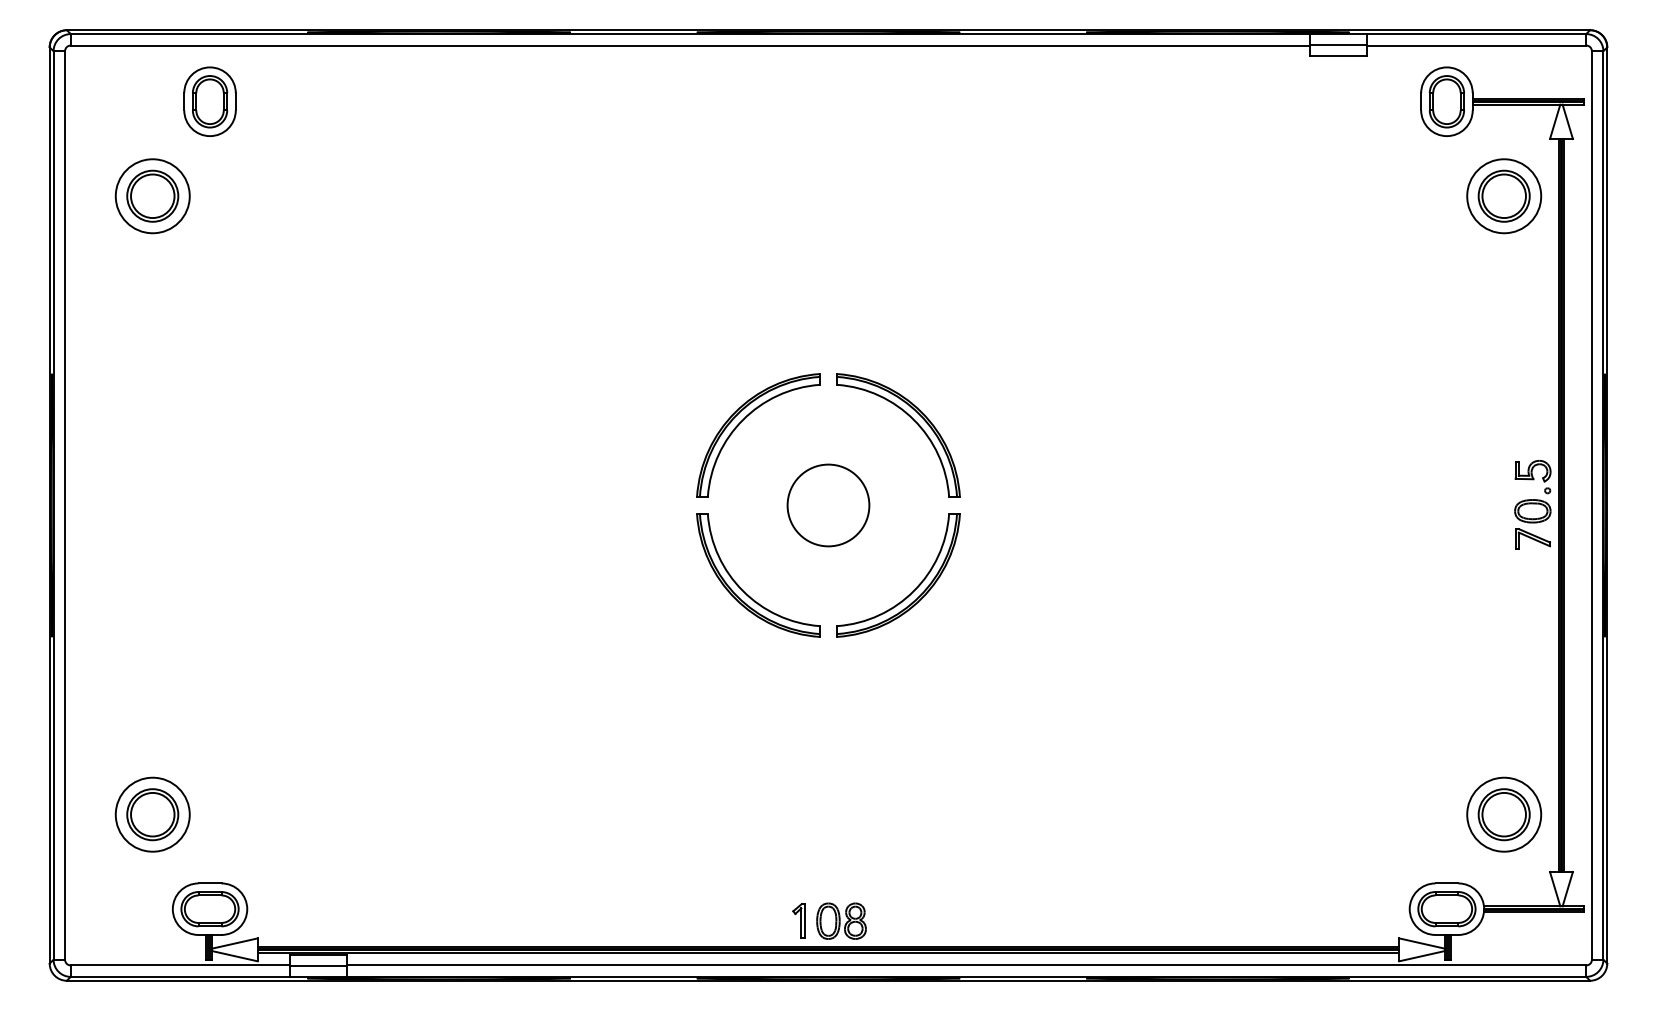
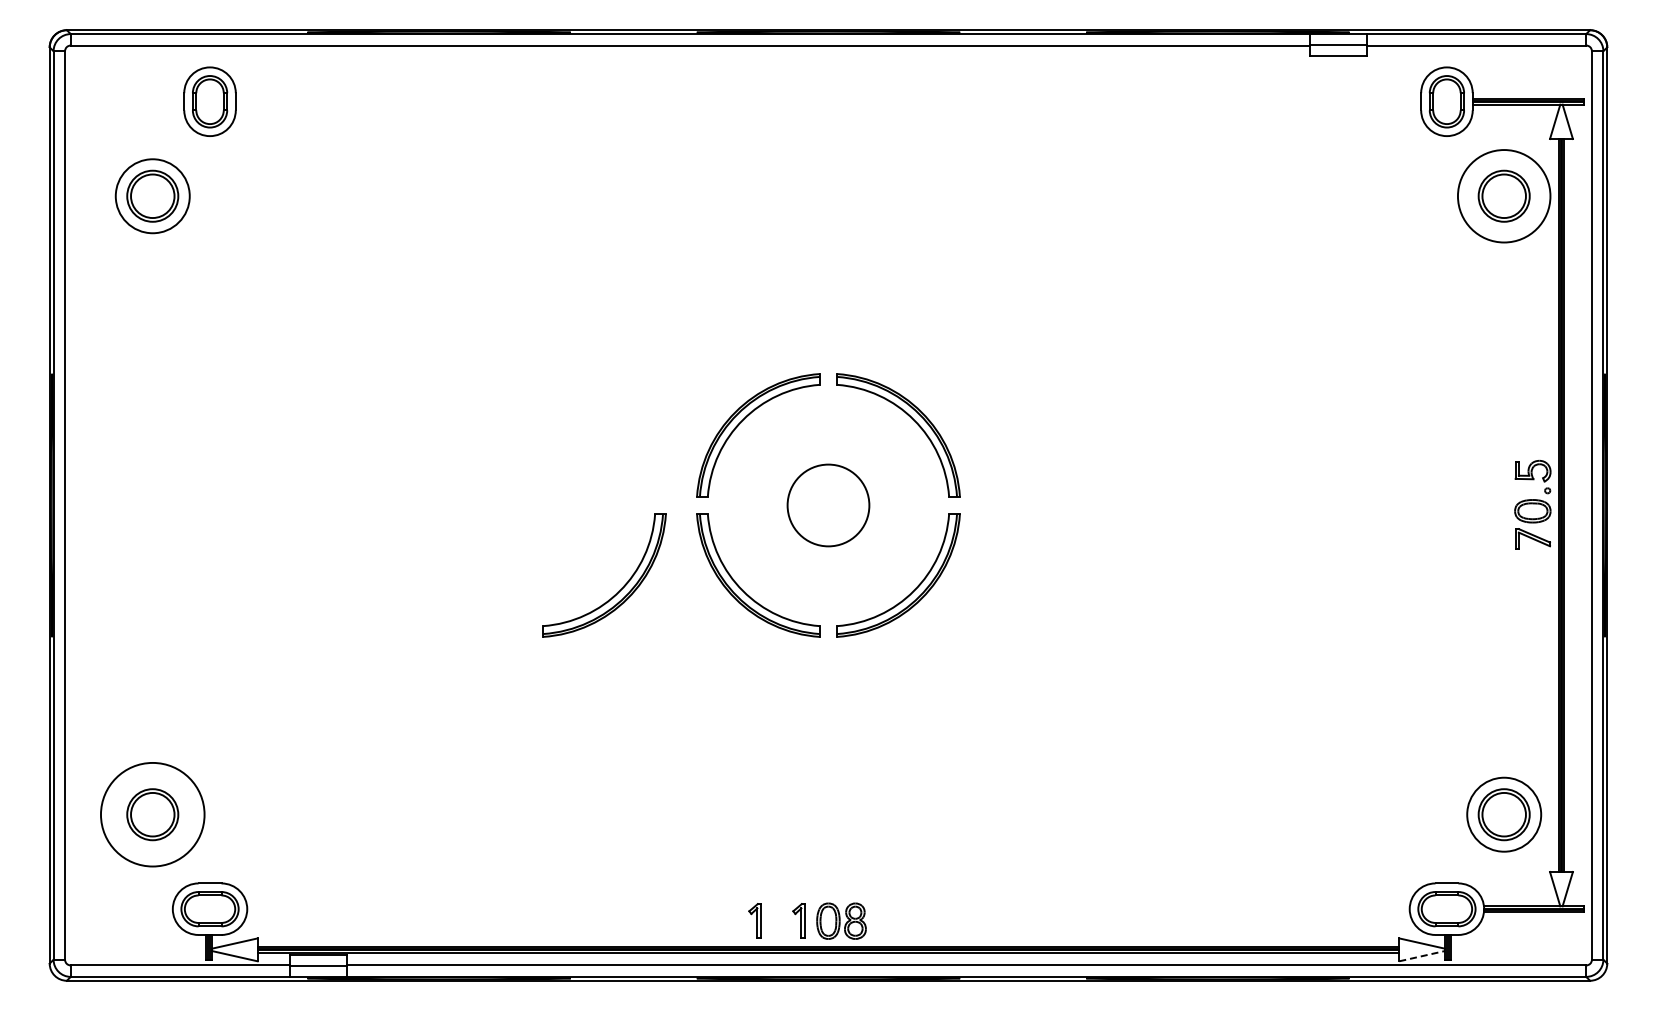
circle at (1504, 196) diameter: 74 px -> 92 px
part at (619, 590): none -> present
circle at (152, 814) diameter: 74 px -> 104 px
part at (754, 920): none -> present
line at (1422, 956): solid -> dashed
